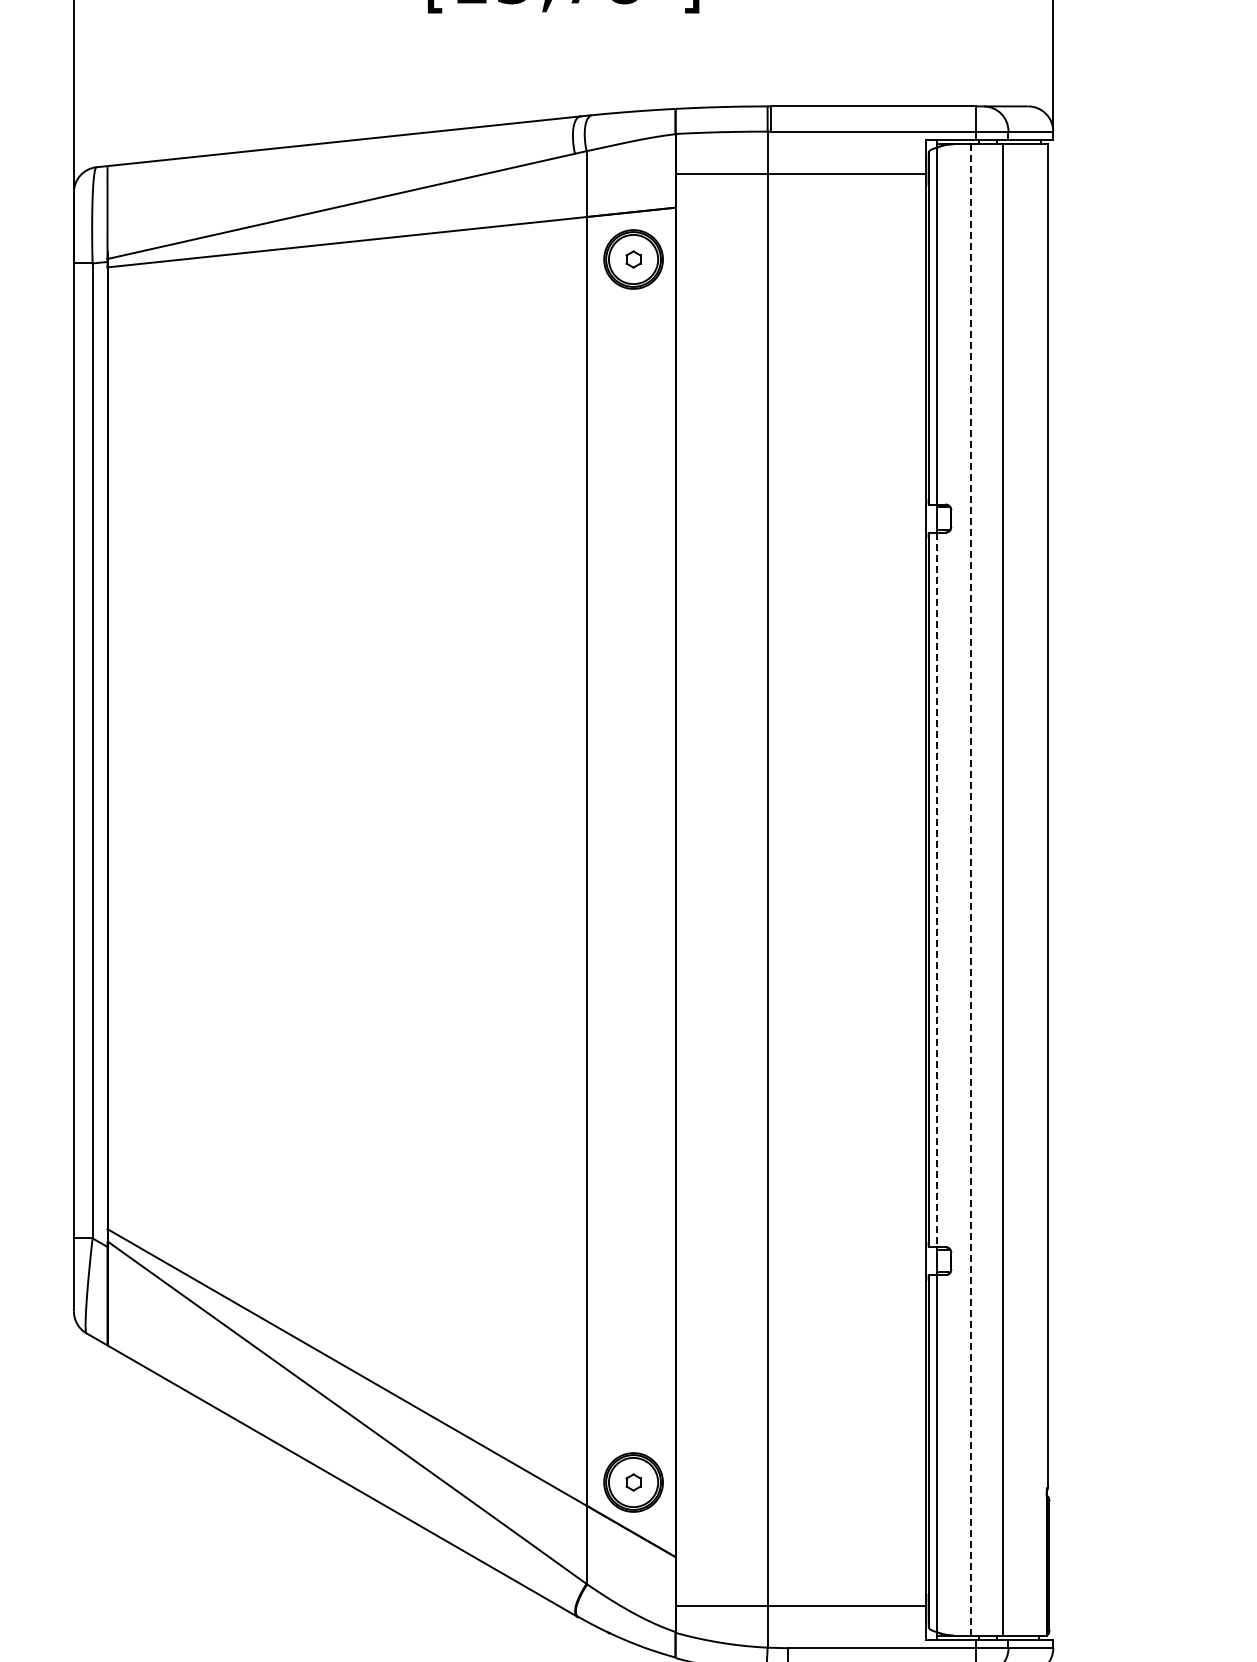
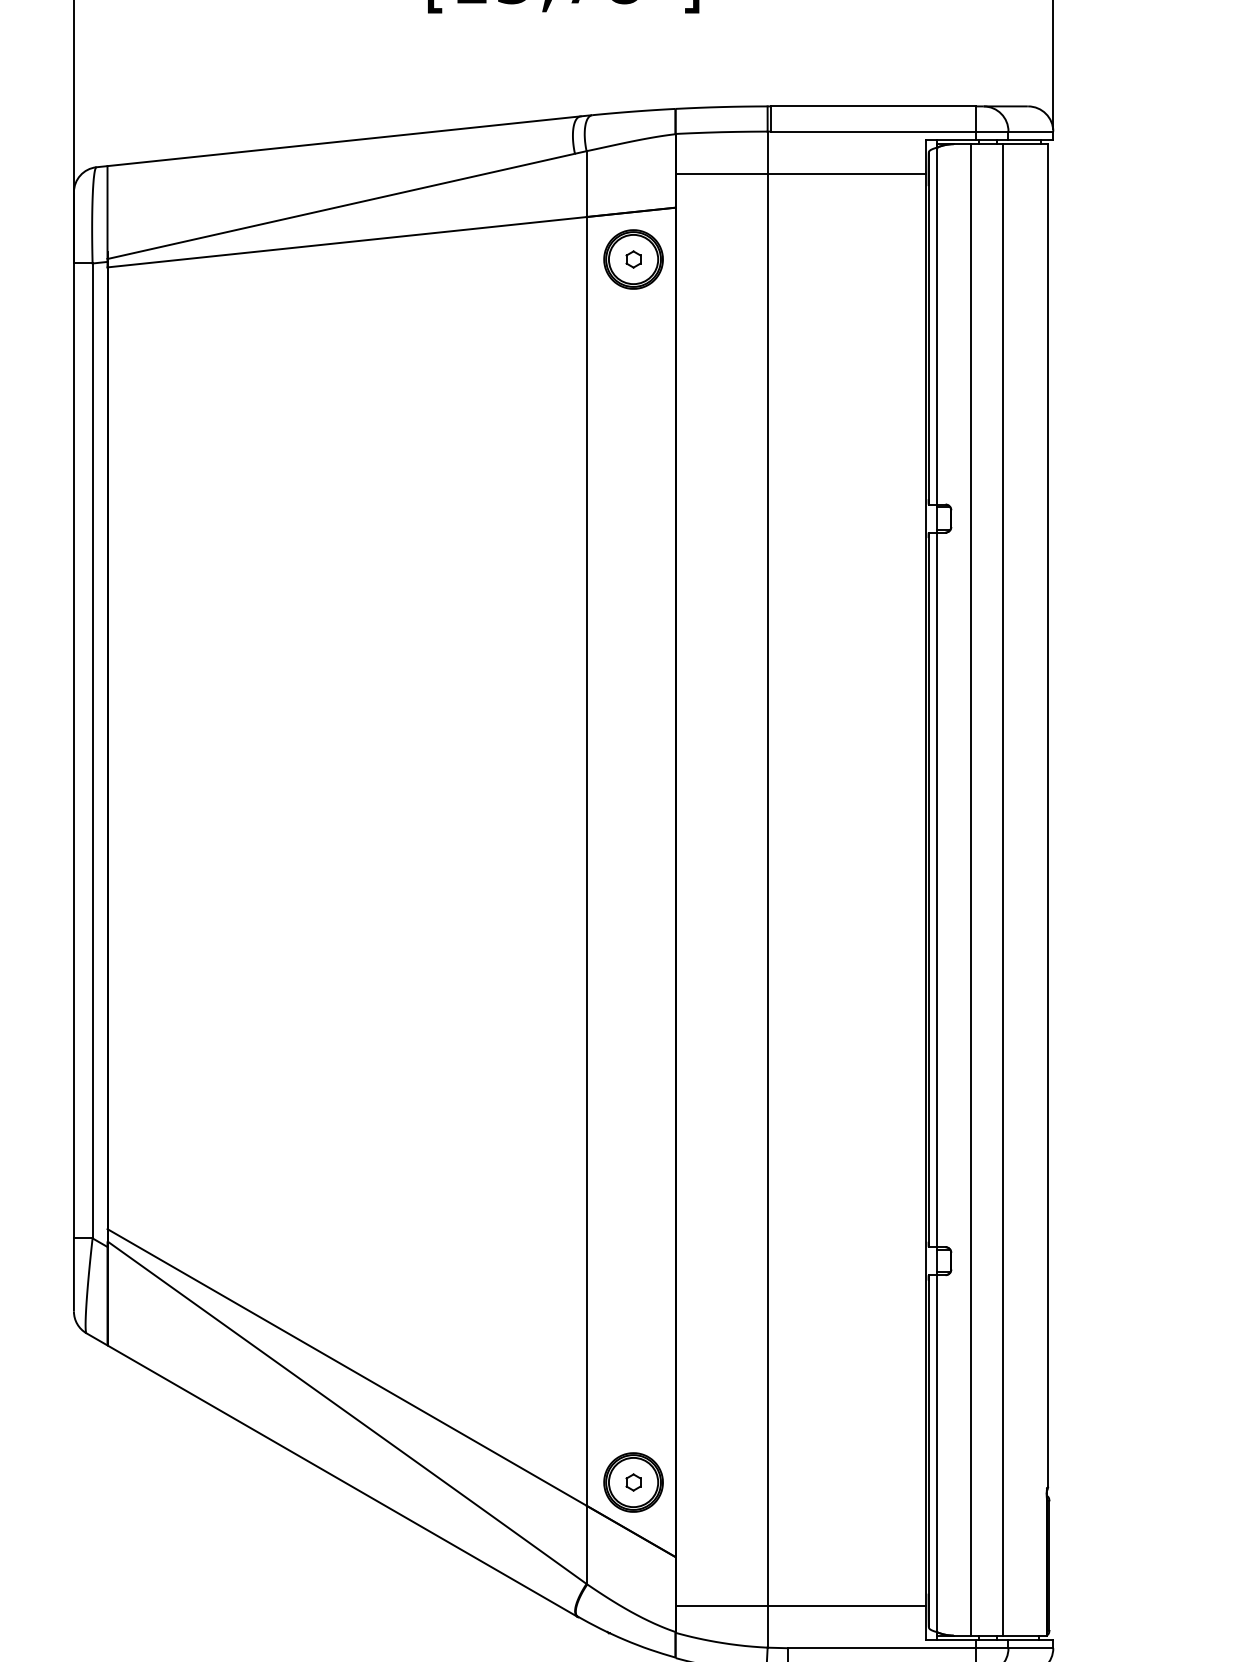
line at (970, 889): dashed -> solid
line at (937, 890): dashed -> solid
